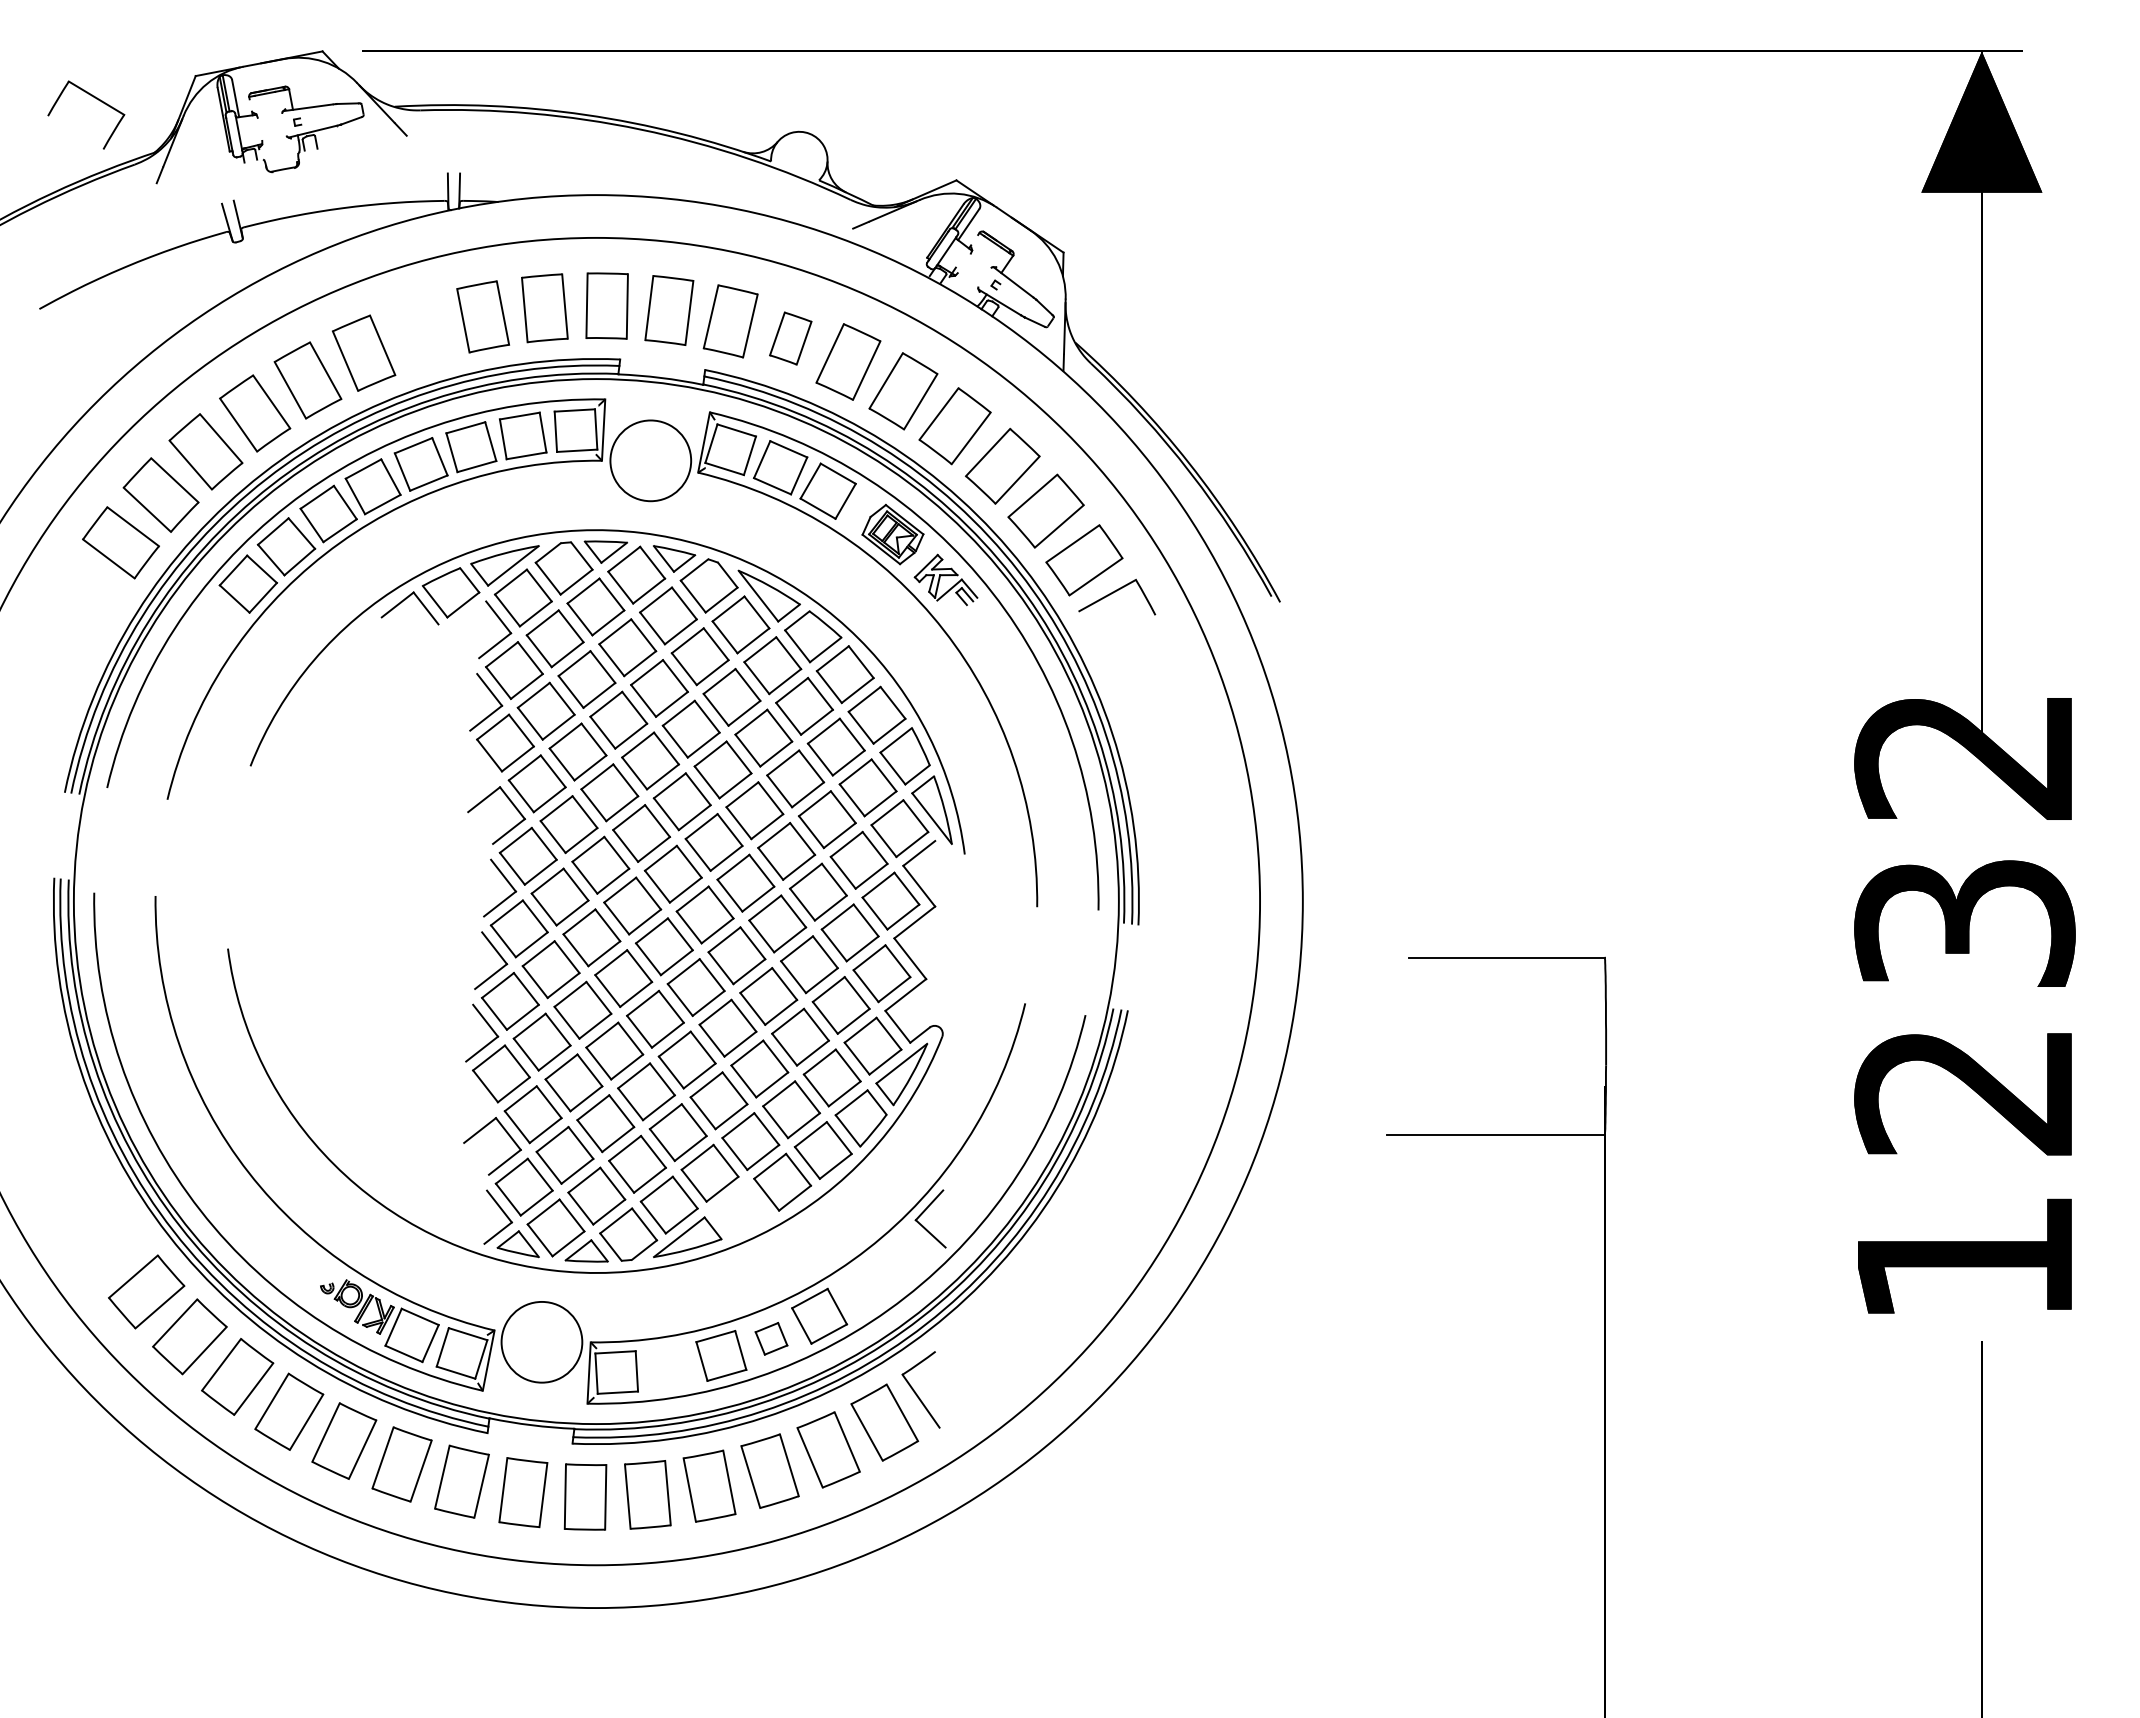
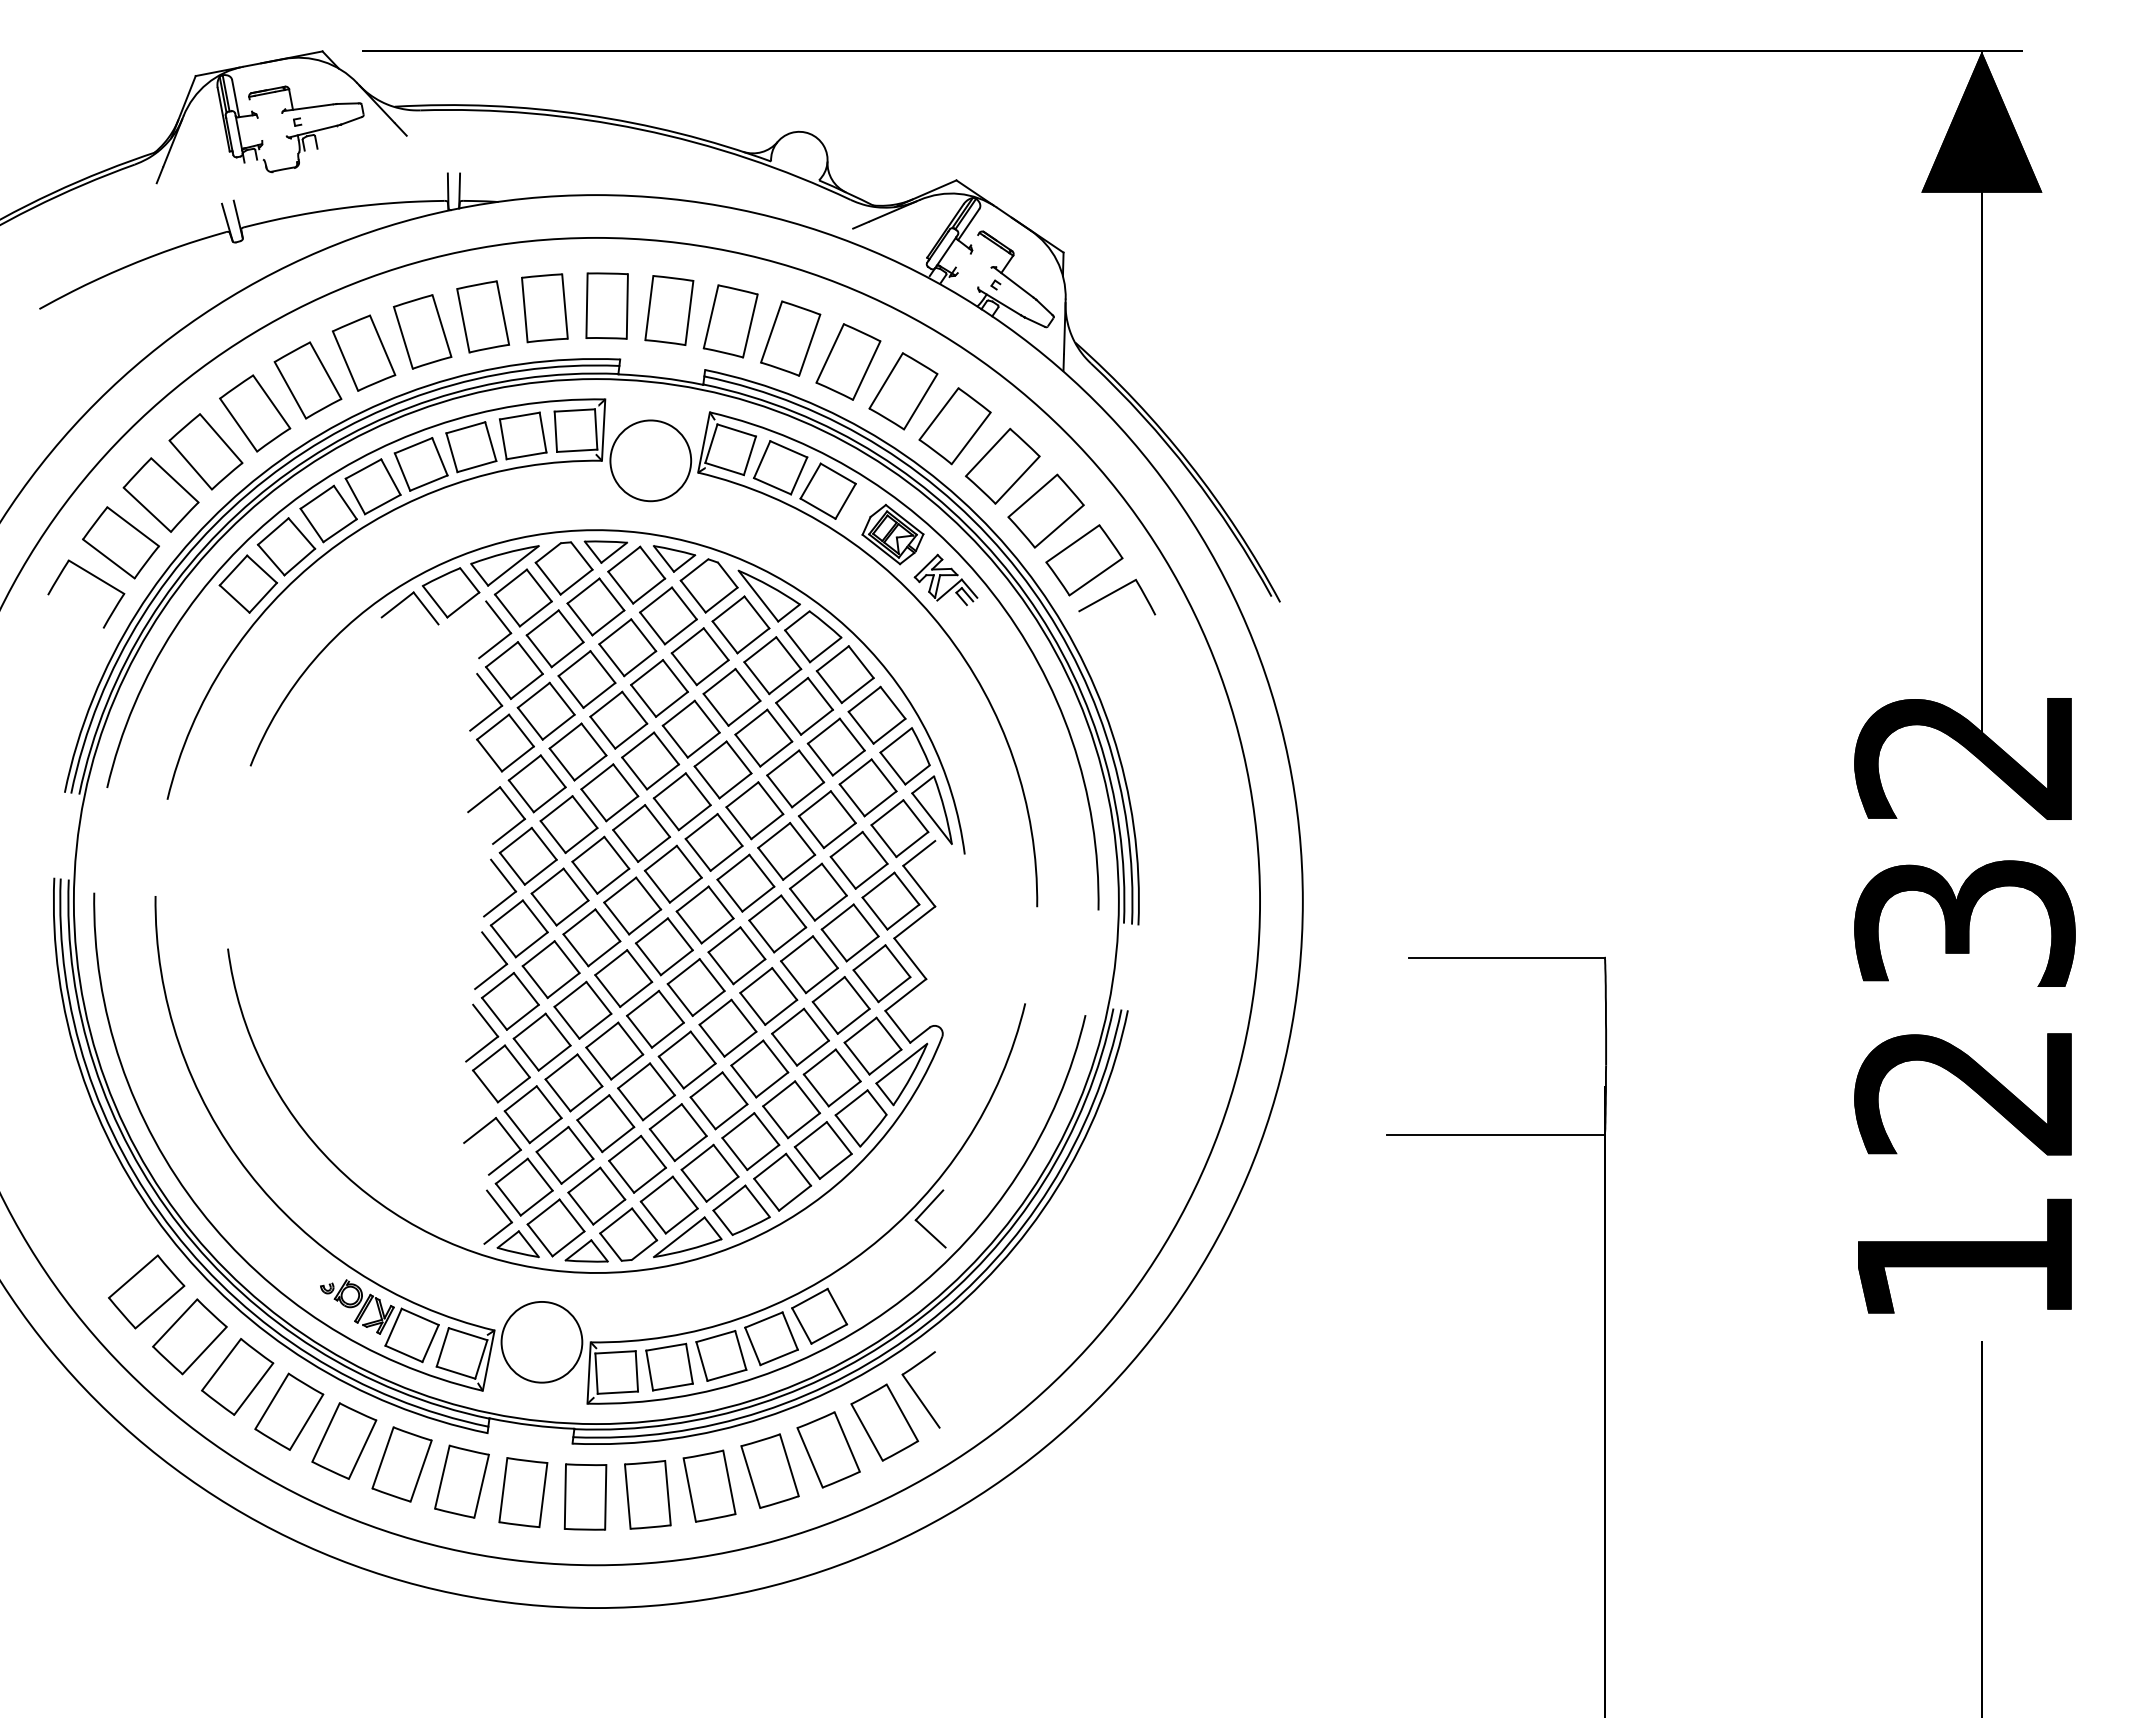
part at (94, 98) position: (94, 98) -> (94, 577)
part at (422, 331): none -> present
part at (790, 338) size: 44x55 px -> 62x77 px
part at (741, 1209): none -> present
part at (771, 1338) size: 35x34 px -> 55x56 px
part at (669, 1366): none -> present
